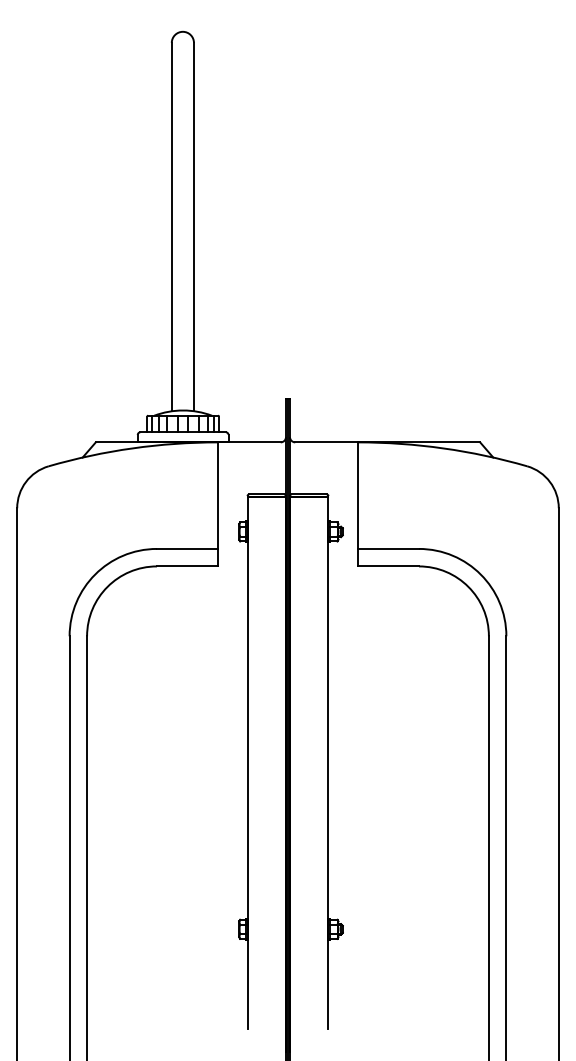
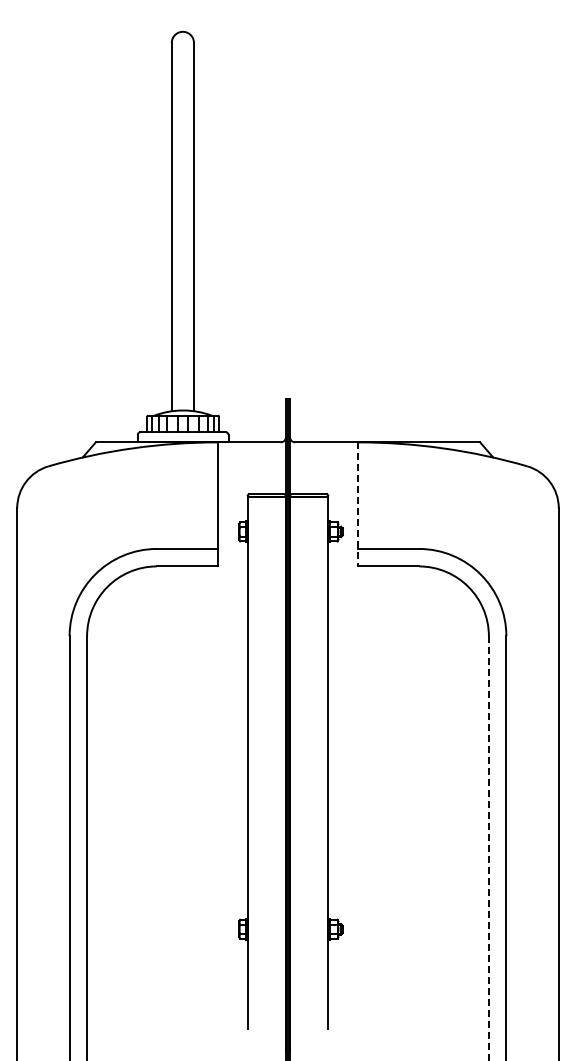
line at (357, 504): solid -> dashed
line at (488, 848): solid -> dashed
